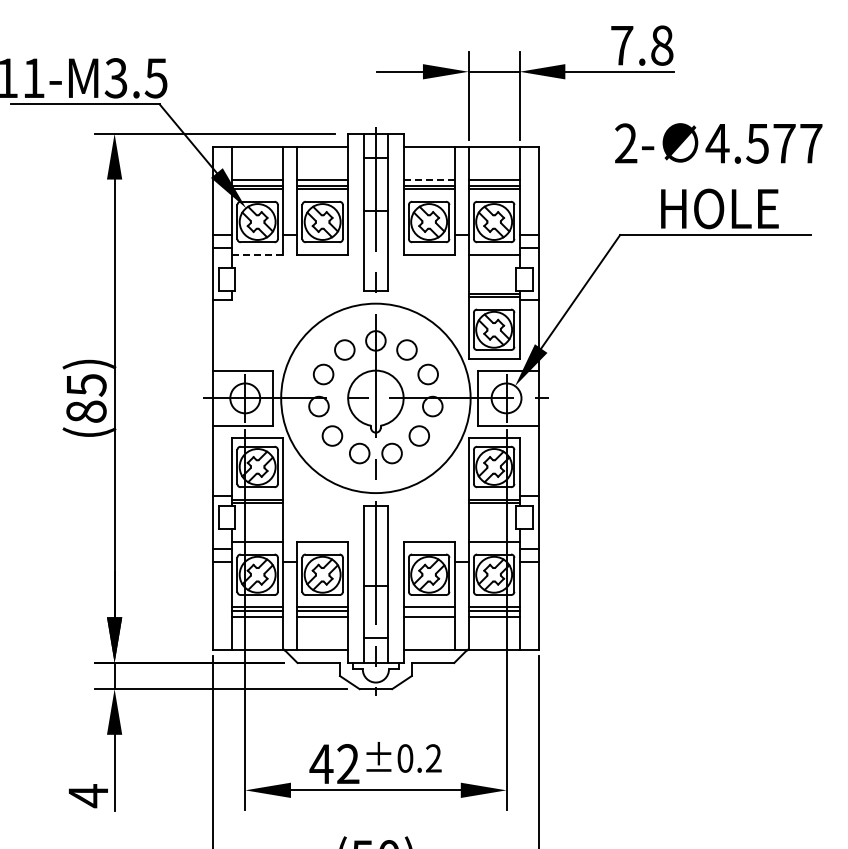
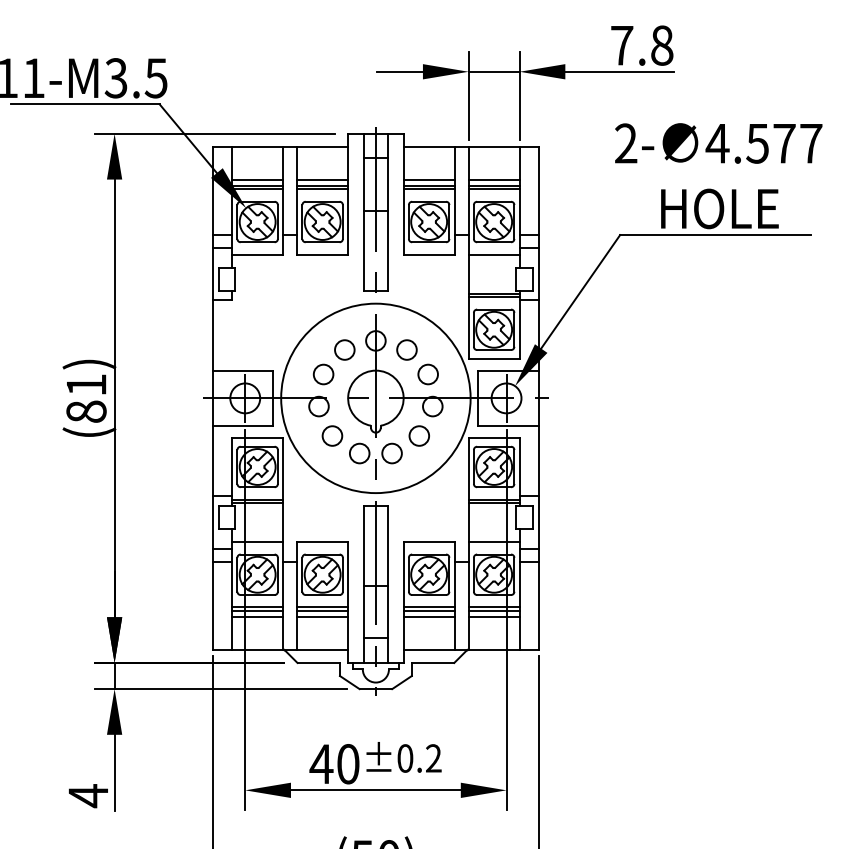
line at (429, 179): dashed -> solid
line at (258, 254): dashed -> solid
text at (86, 385): (85) -> (81)
line at (428, 610): none -> present
text at (348, 764): 42 -> 40
